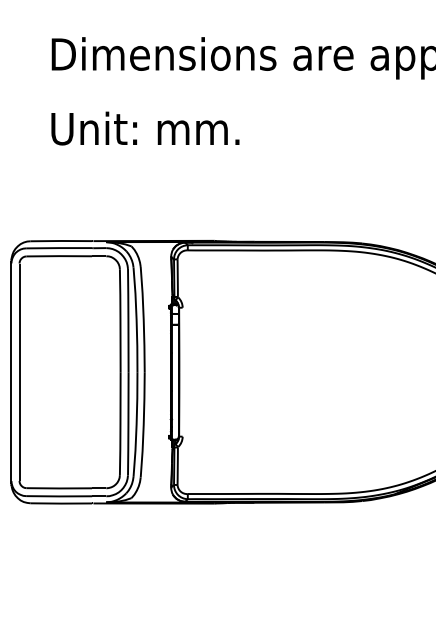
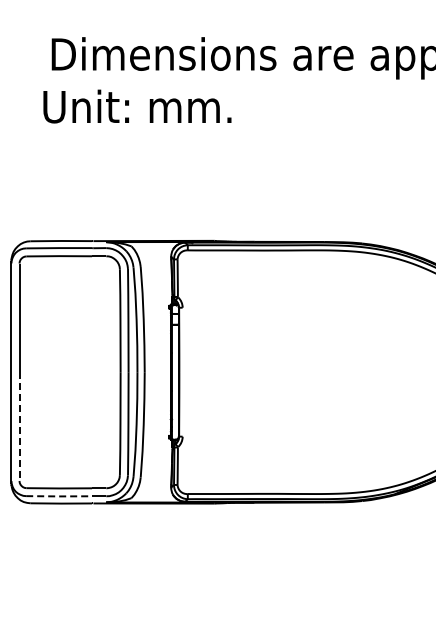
text at (145, 128) position: (145, 128) -> (137, 106)
line at (19, 427): solid -> dashed
line at (59, 496): solid -> dashed
